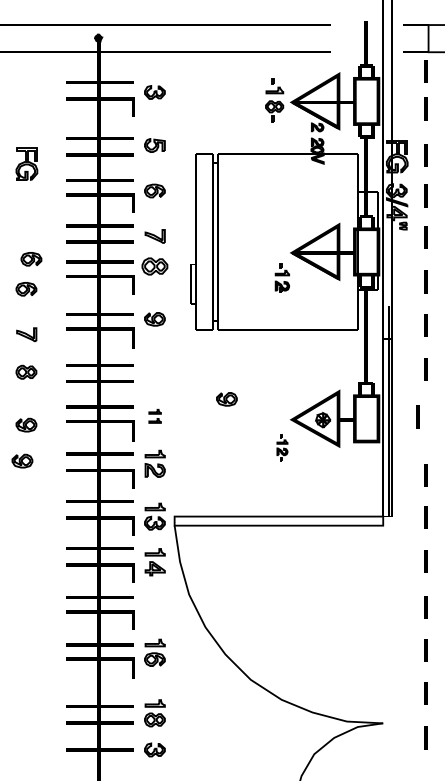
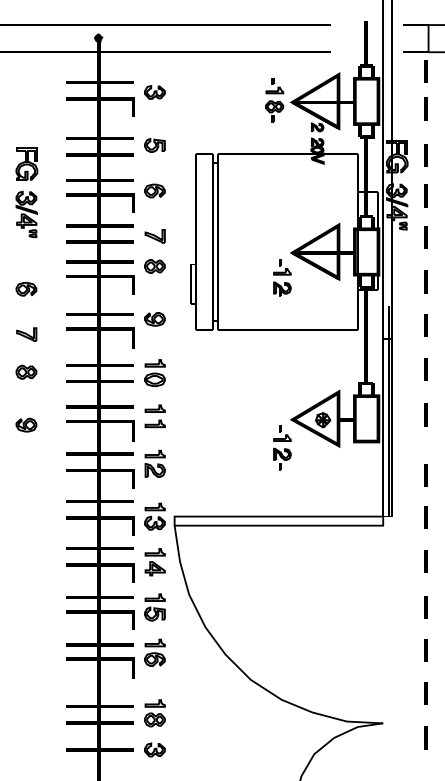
part at (26, 213): none -> present
part at (31, 259): present -> none
part at (154, 266) size: 28x19 px -> 22x15 px
part at (281, 277) size: 16x30 px -> 19x38 px
part at (154, 372): none -> present
part at (226, 399): present -> none
part at (154, 416) size: 14x15 px -> 22x25 px
line at (417, 416) position: (417, 416) -> (425, 414)
part at (282, 447) size: 13x28 px -> 19x46 px
part at (22, 460): present -> none
part at (154, 607): none -> present
